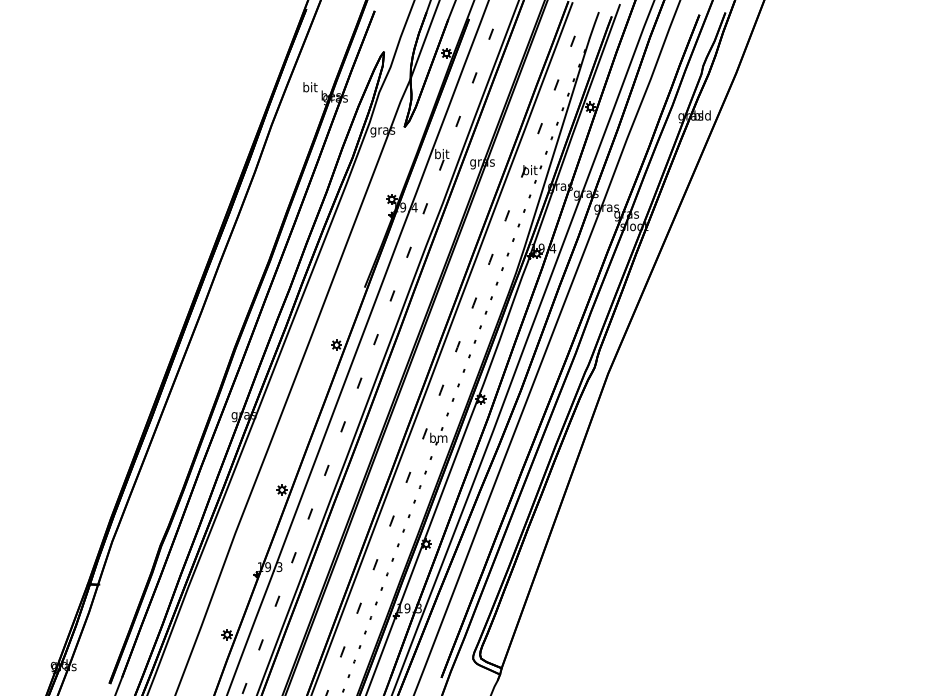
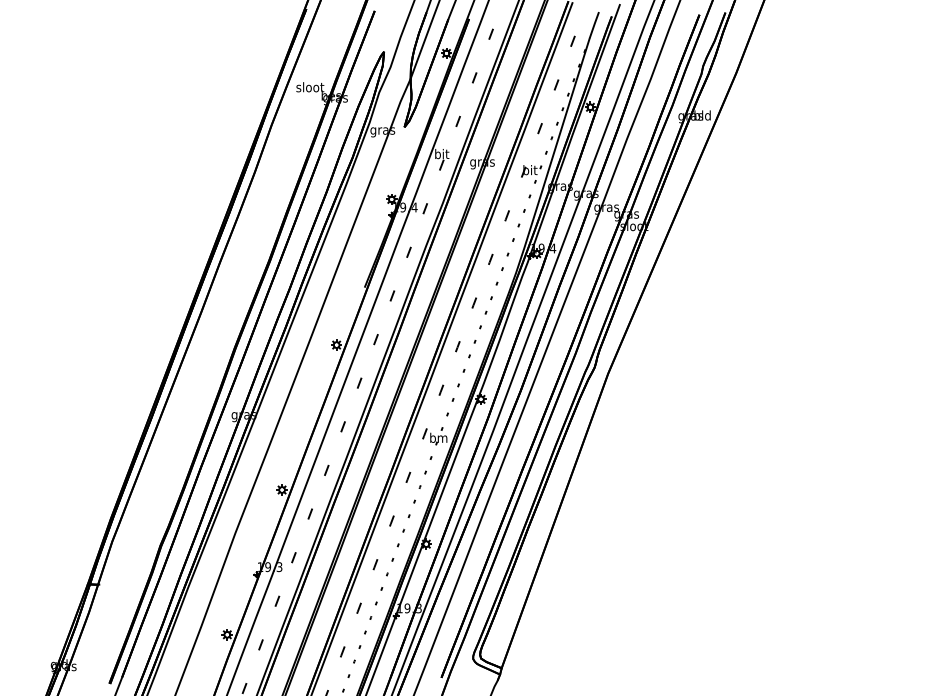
text at (310, 87): bit -> sloot
